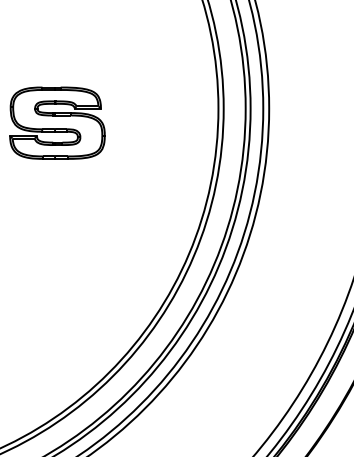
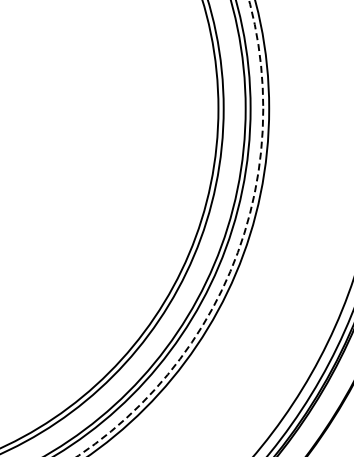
part at (57, 122): present -> none
circle at (170, 228): solid -> dashed
